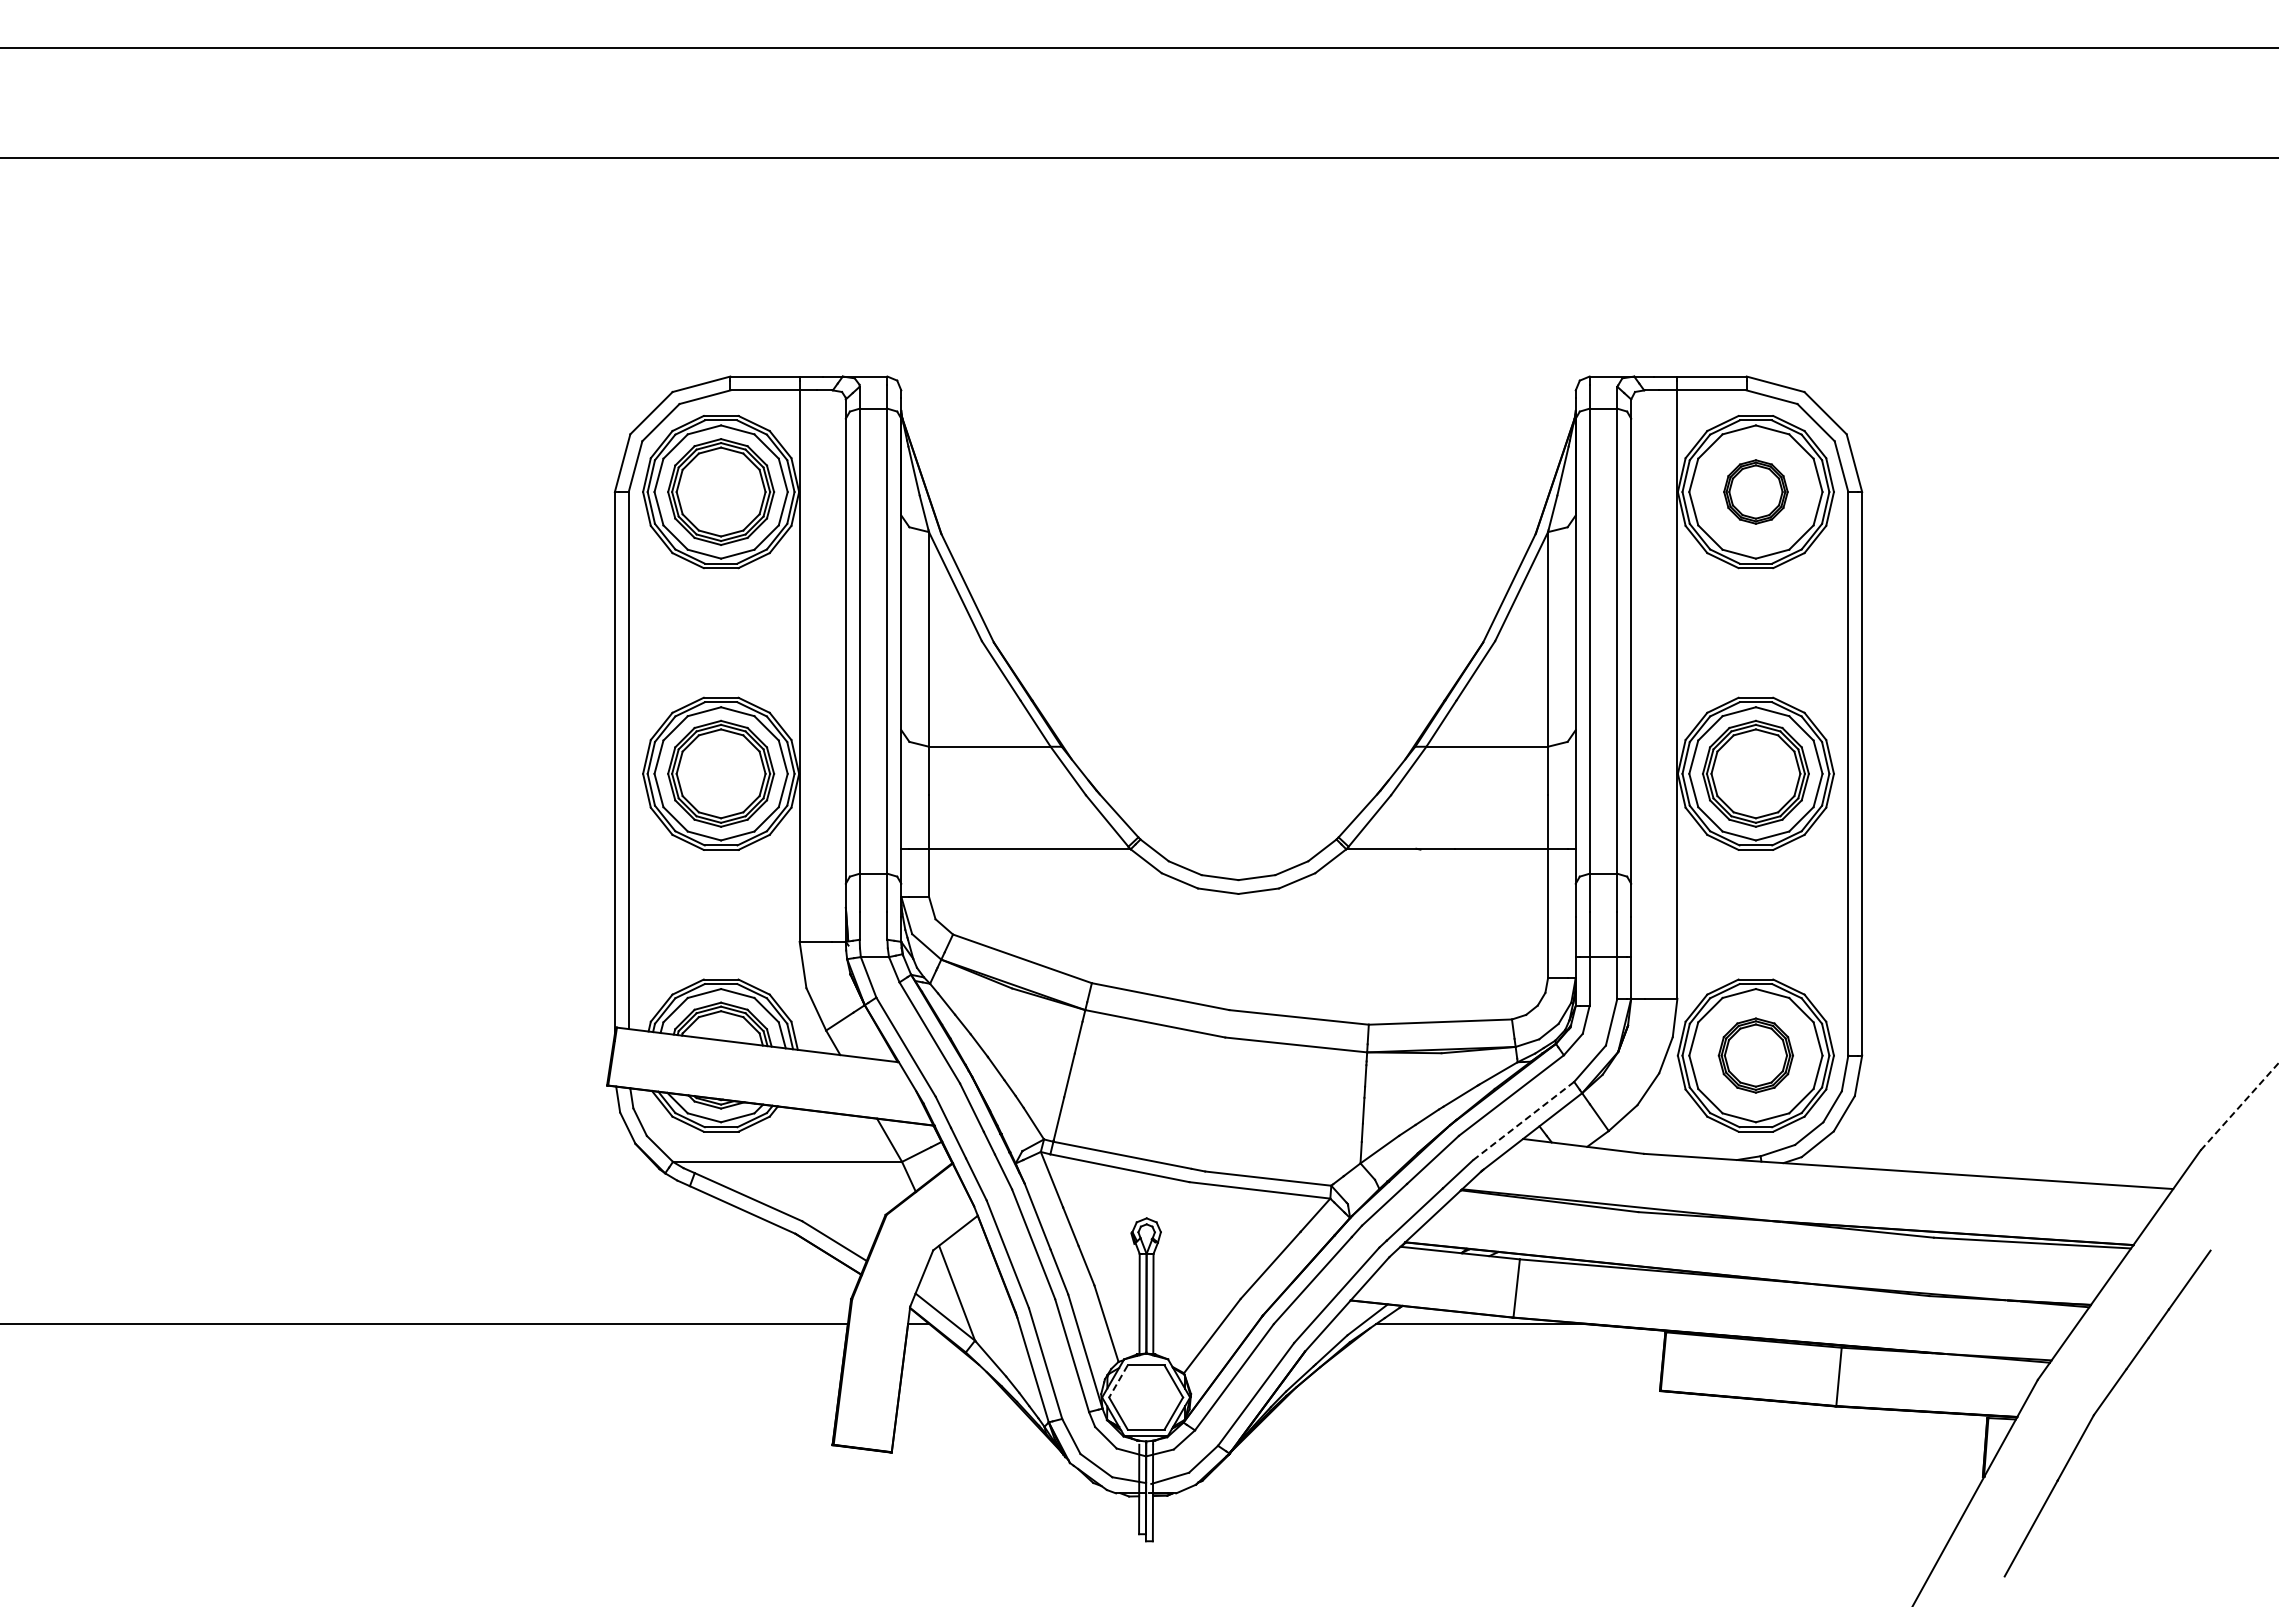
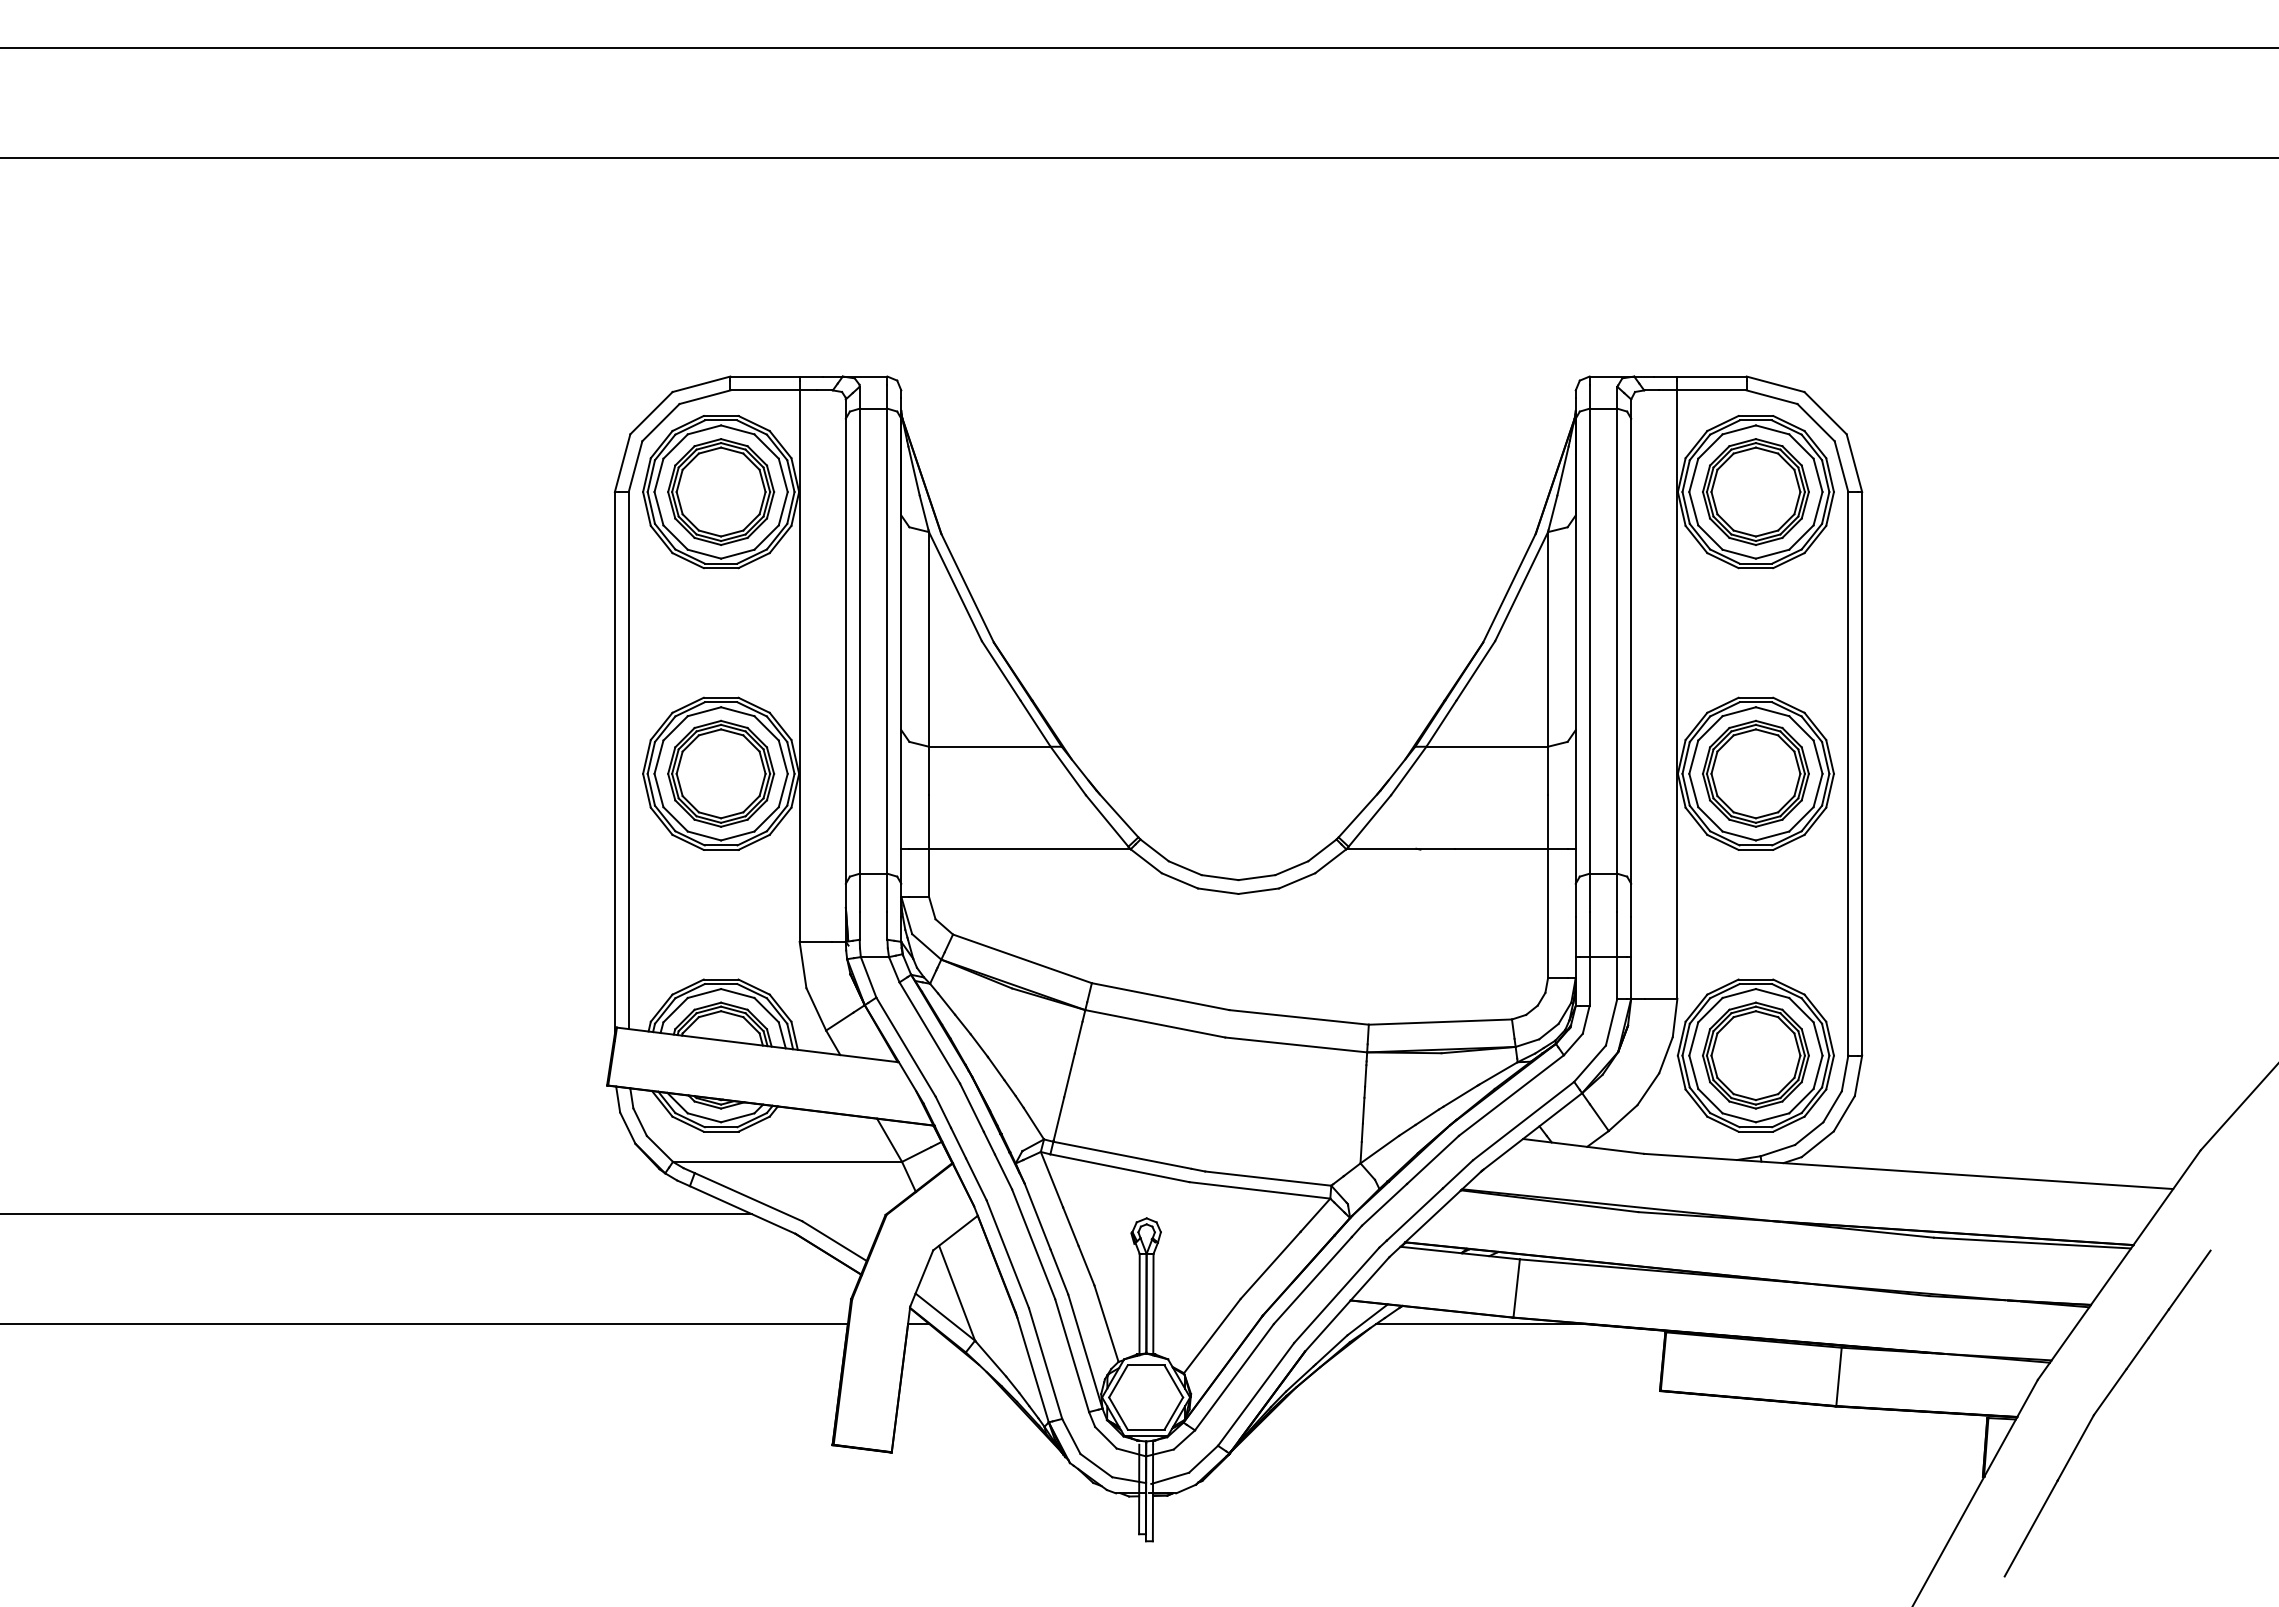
part at (1755, 491) size: 66x66 px -> 108x108 px
part at (1755, 1055) size: 77x77 px -> 108x109 px
line at (2239, 1106): dashed -> solid
line at (1523, 1121): dashed -> solid
line at (376, 1214): none -> present
line at (1118, 1381): dashed -> solid
